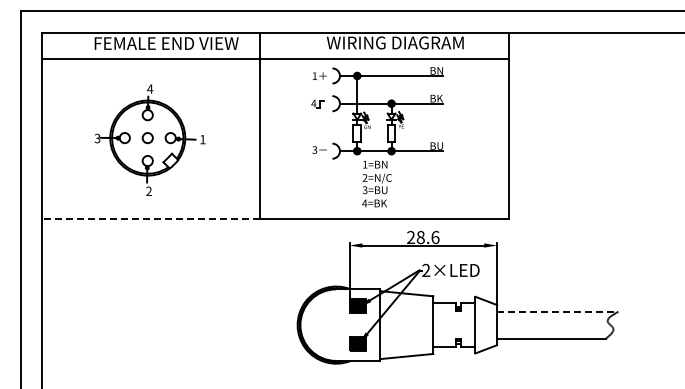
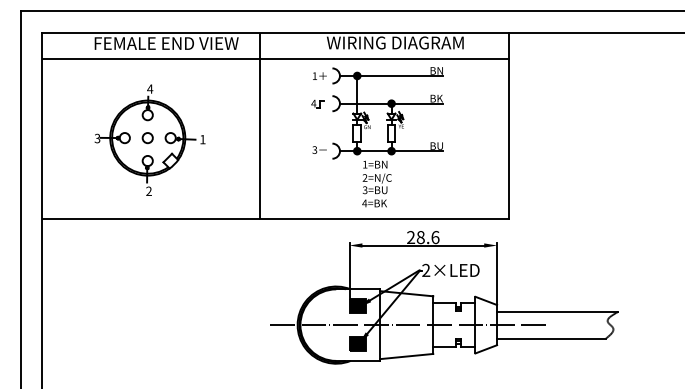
line at (151, 219): dashed -> solid
line at (557, 311): dashed -> solid
line at (409, 325): none -> present
